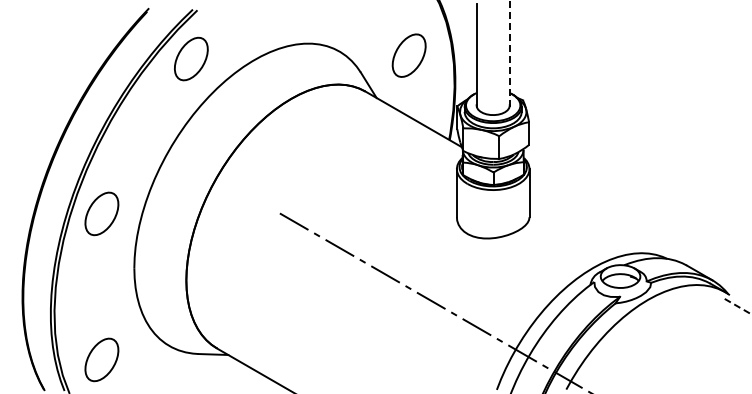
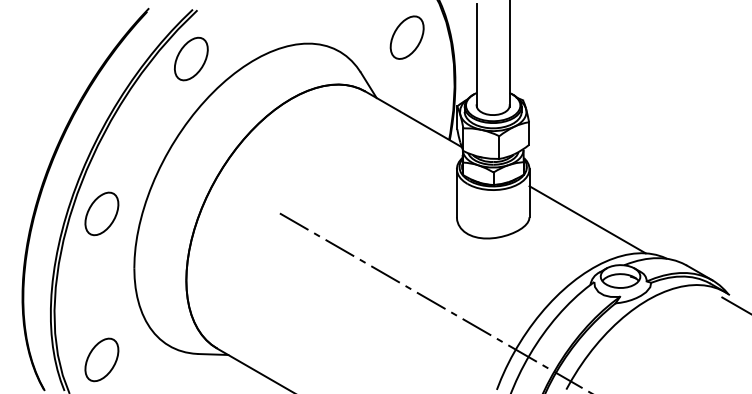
line at (509, 53): dashed -> solid
part at (408, 55) position: (408, 55) -> (406, 37)
line at (587, 219): none -> present
line at (736, 306): dashed -> solid
